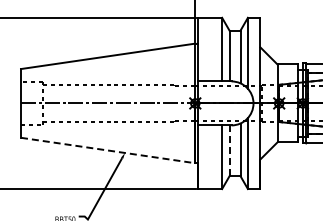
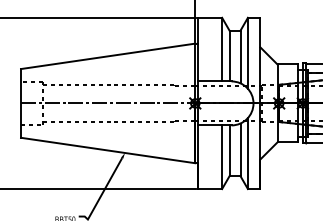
line at (108, 150): dashed -> solid
line at (229, 150): dashed -> solid
